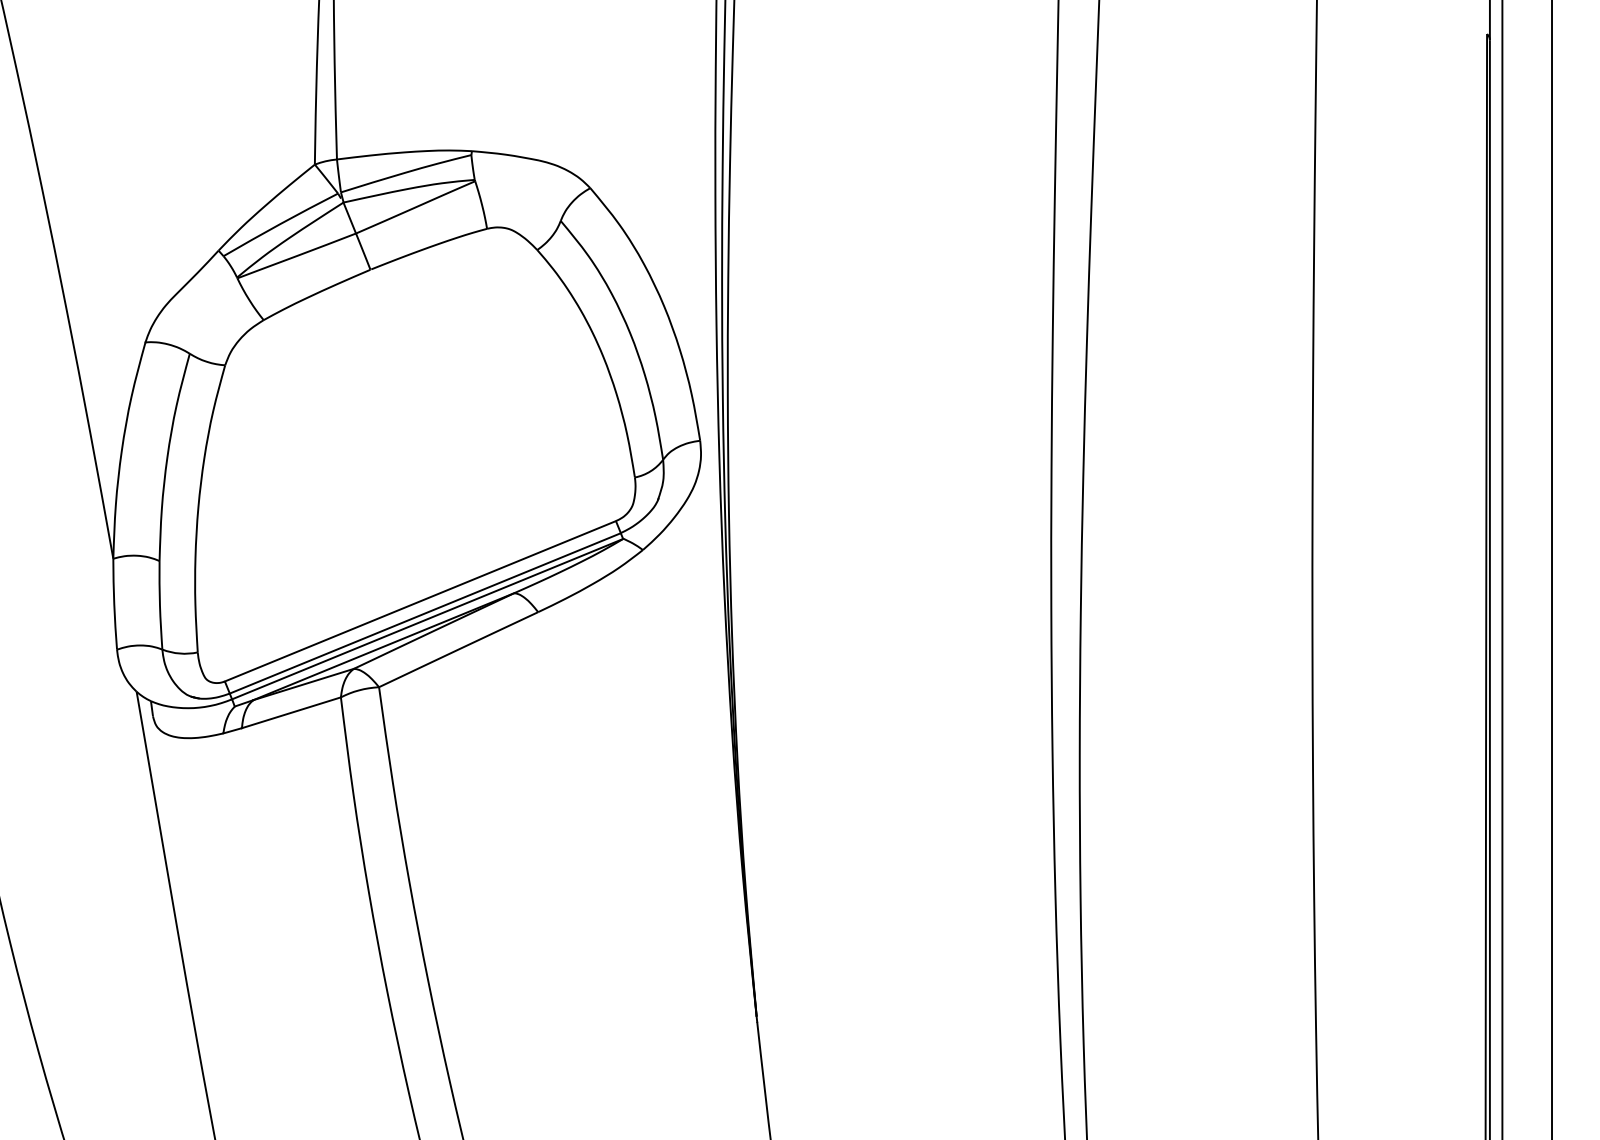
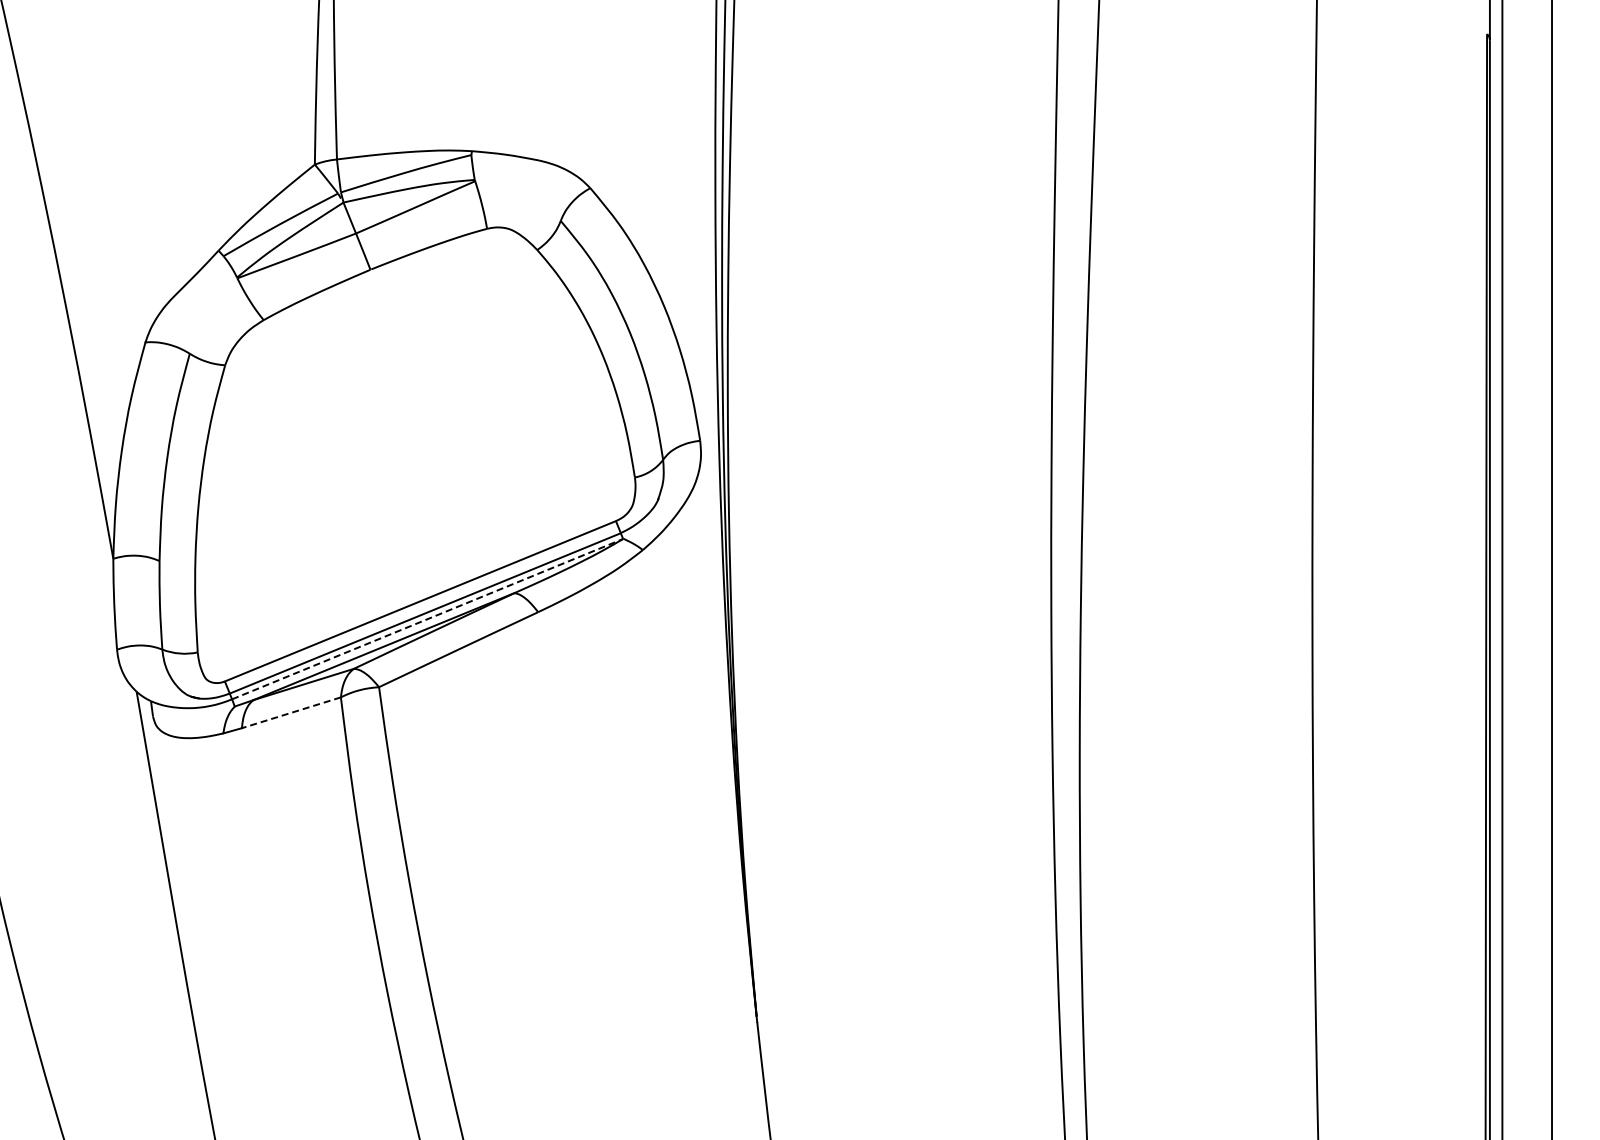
line at (428, 618): solid -> dashed
line at (291, 712): solid -> dashed
